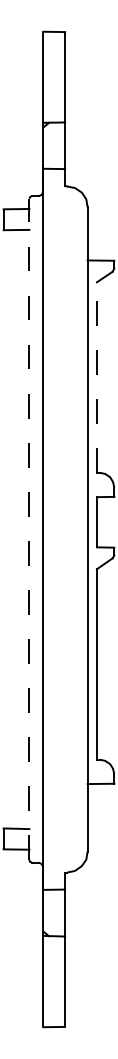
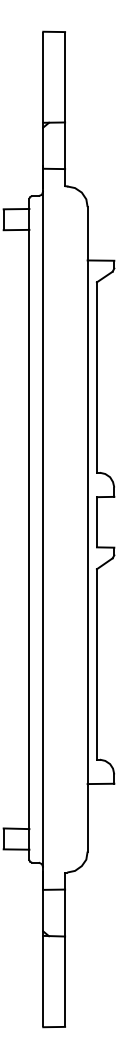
line at (96, 377): dashed -> solid
line at (29, 529): dashed -> solid
